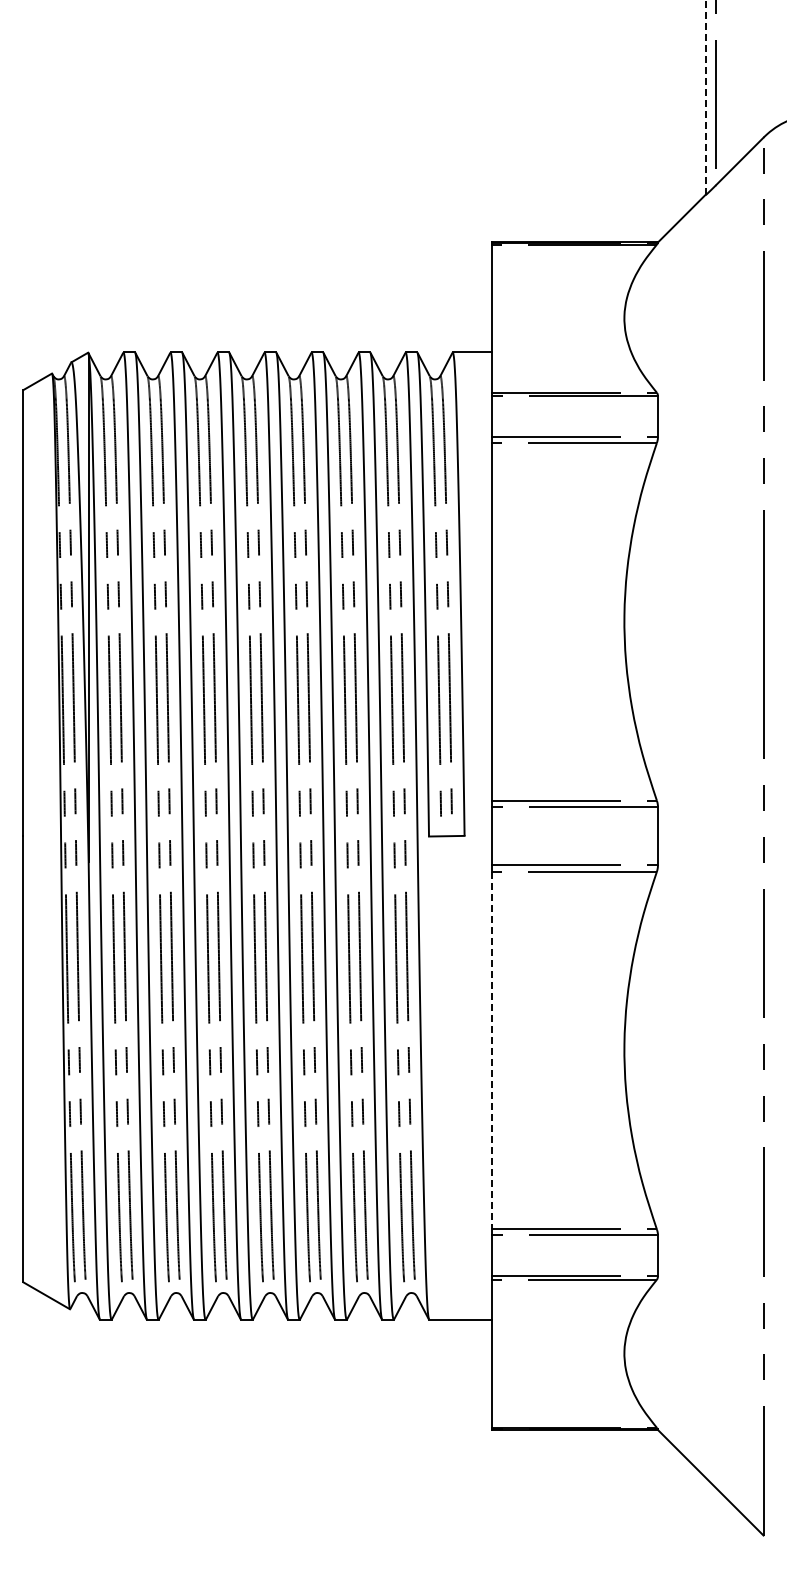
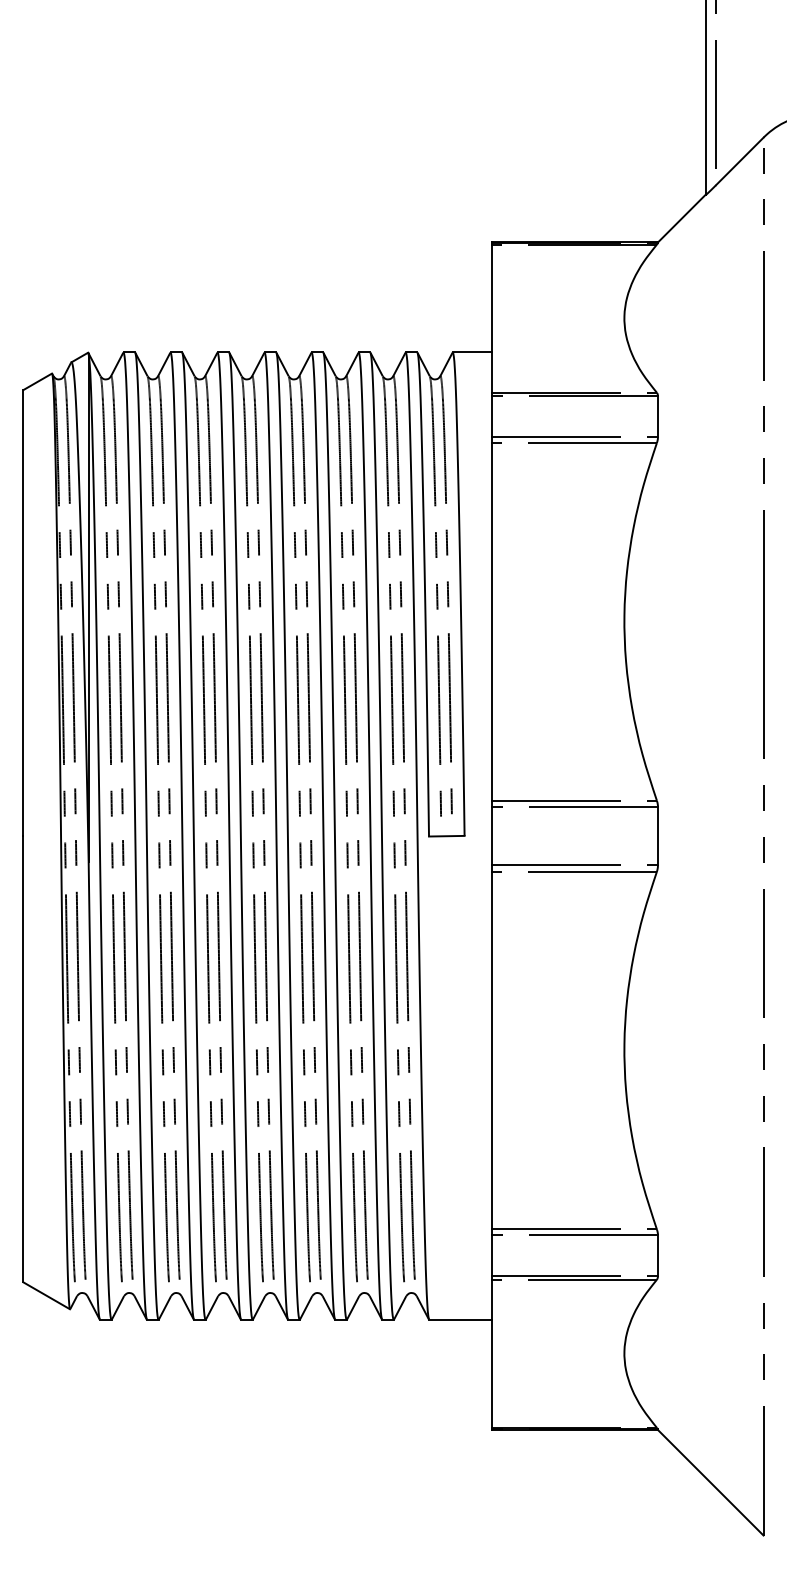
line at (705, 96): dashed -> solid
line at (491, 1050): dashed -> solid
